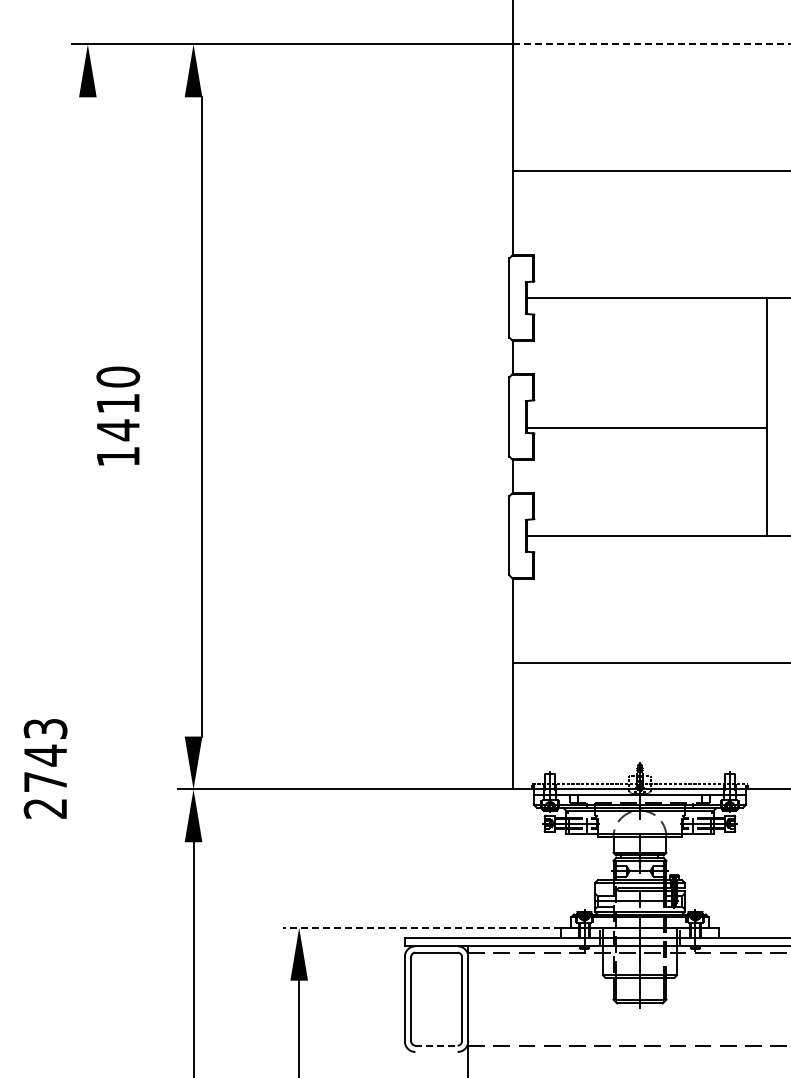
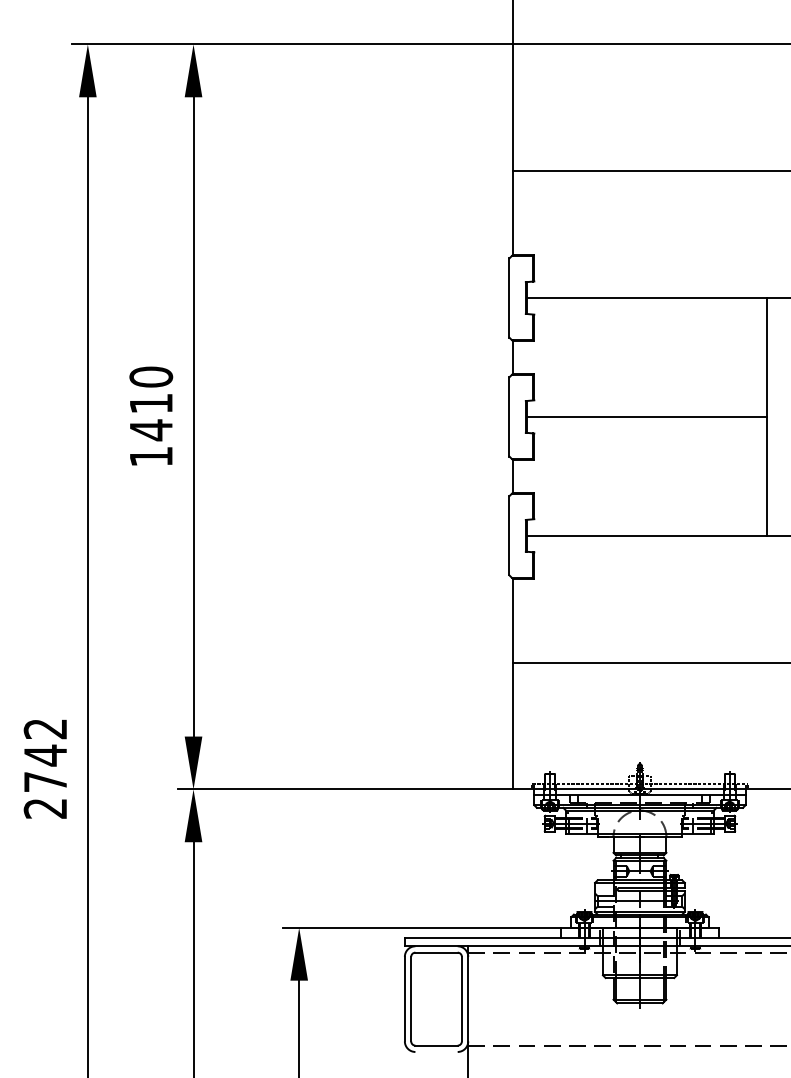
line at (652, 44): dashed -> solid
text at (118, 415) position: (118, 415) -> (151, 415)
line at (201, 416) position: (201, 416) -> (193, 416)
line at (646, 427) position: (646, 427) -> (646, 416)
line at (87, 585): none -> present
text at (45, 729): 2743 -> 2742
line at (422, 927): dashed -> solid
line at (437, 1045): dashed -> solid
